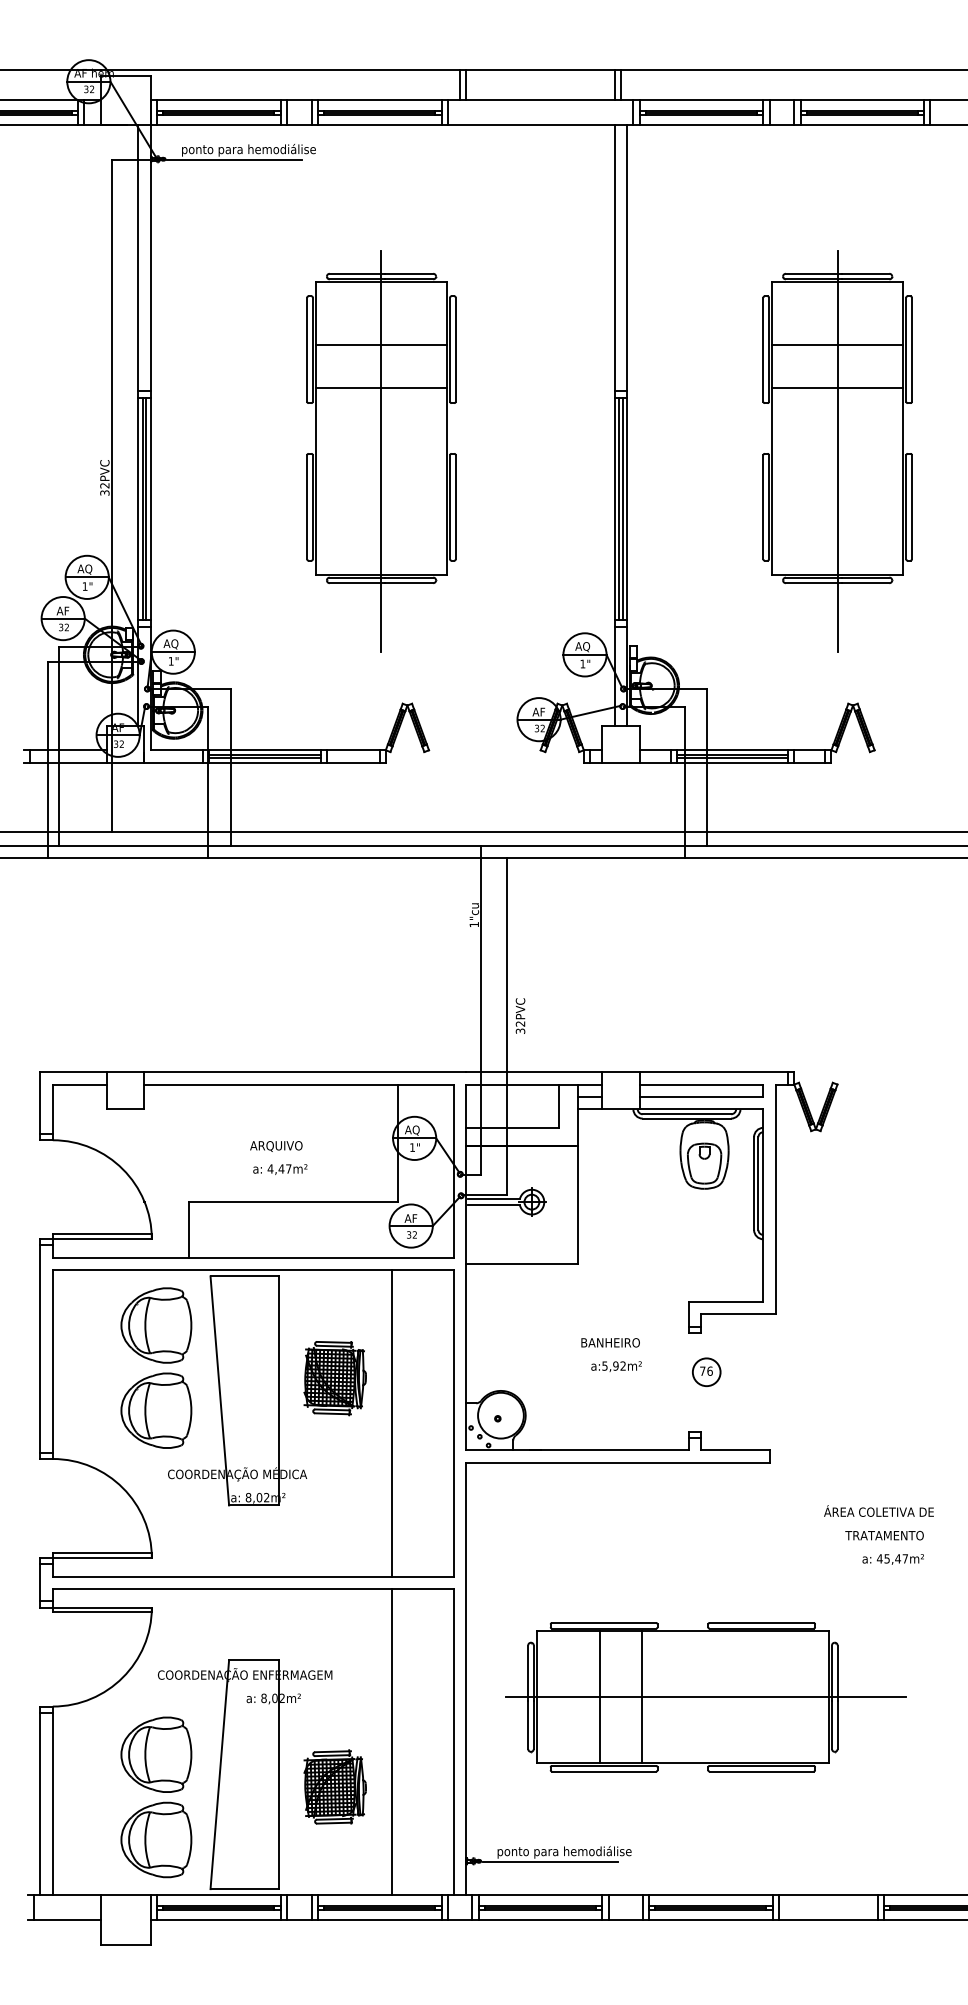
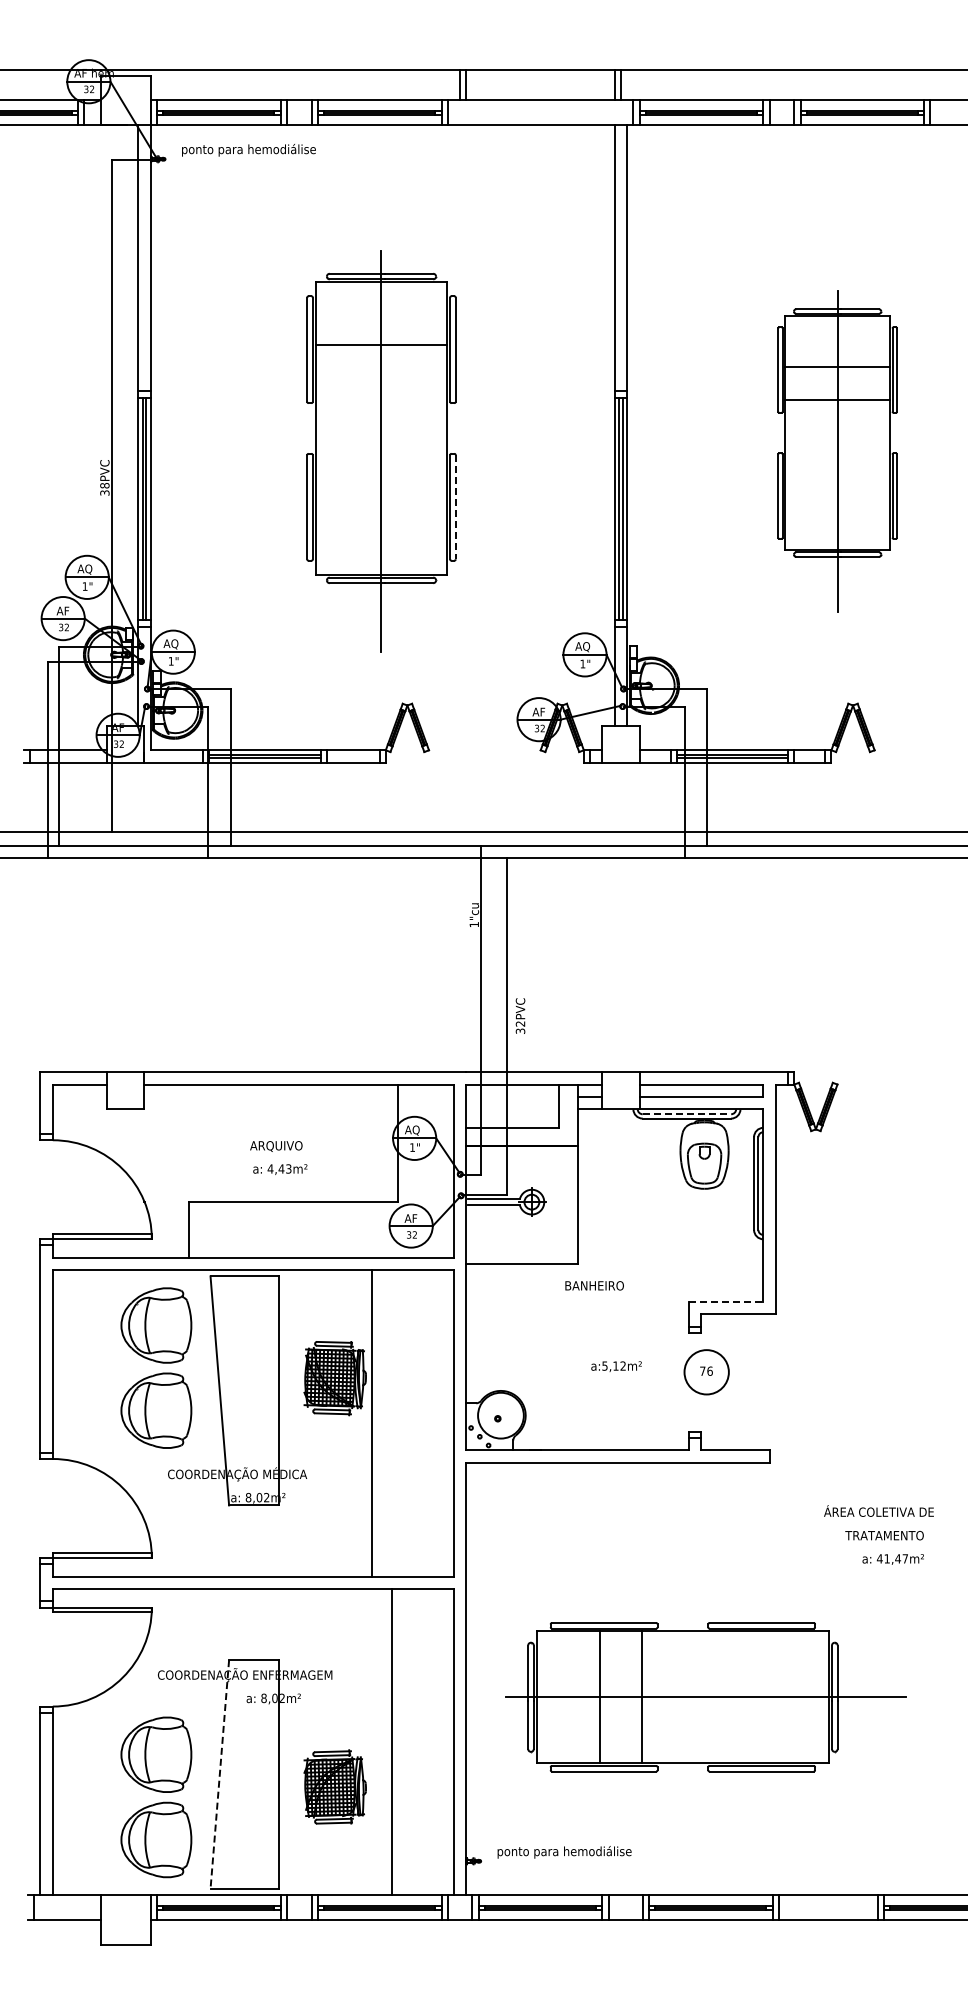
line at (234, 159): present -> none
line at (381, 387): present -> none
part at (837, 451) size: 151x403 px -> 121x323 px
text at (104, 485): 32PVC -> 38PVC
line at (455, 507): solid -> dashed
line at (687, 1114): solid -> dashed
text at (288, 1168): 4,47m² -> 4,43m²
line at (726, 1301): solid -> dashed
text at (610, 1342) position: (610, 1342) -> (594, 1285)
text at (615, 1365): a:5,92m² -> a:5,12m²
circle at (706, 1372) diameter: 28 px -> 44 px
line at (392, 1423) position: (392, 1423) -> (372, 1423)
text at (886, 1558): 45,47m² -> 41,47m²
line at (219, 1774): solid -> dashed
line at (549, 1861): present -> none
